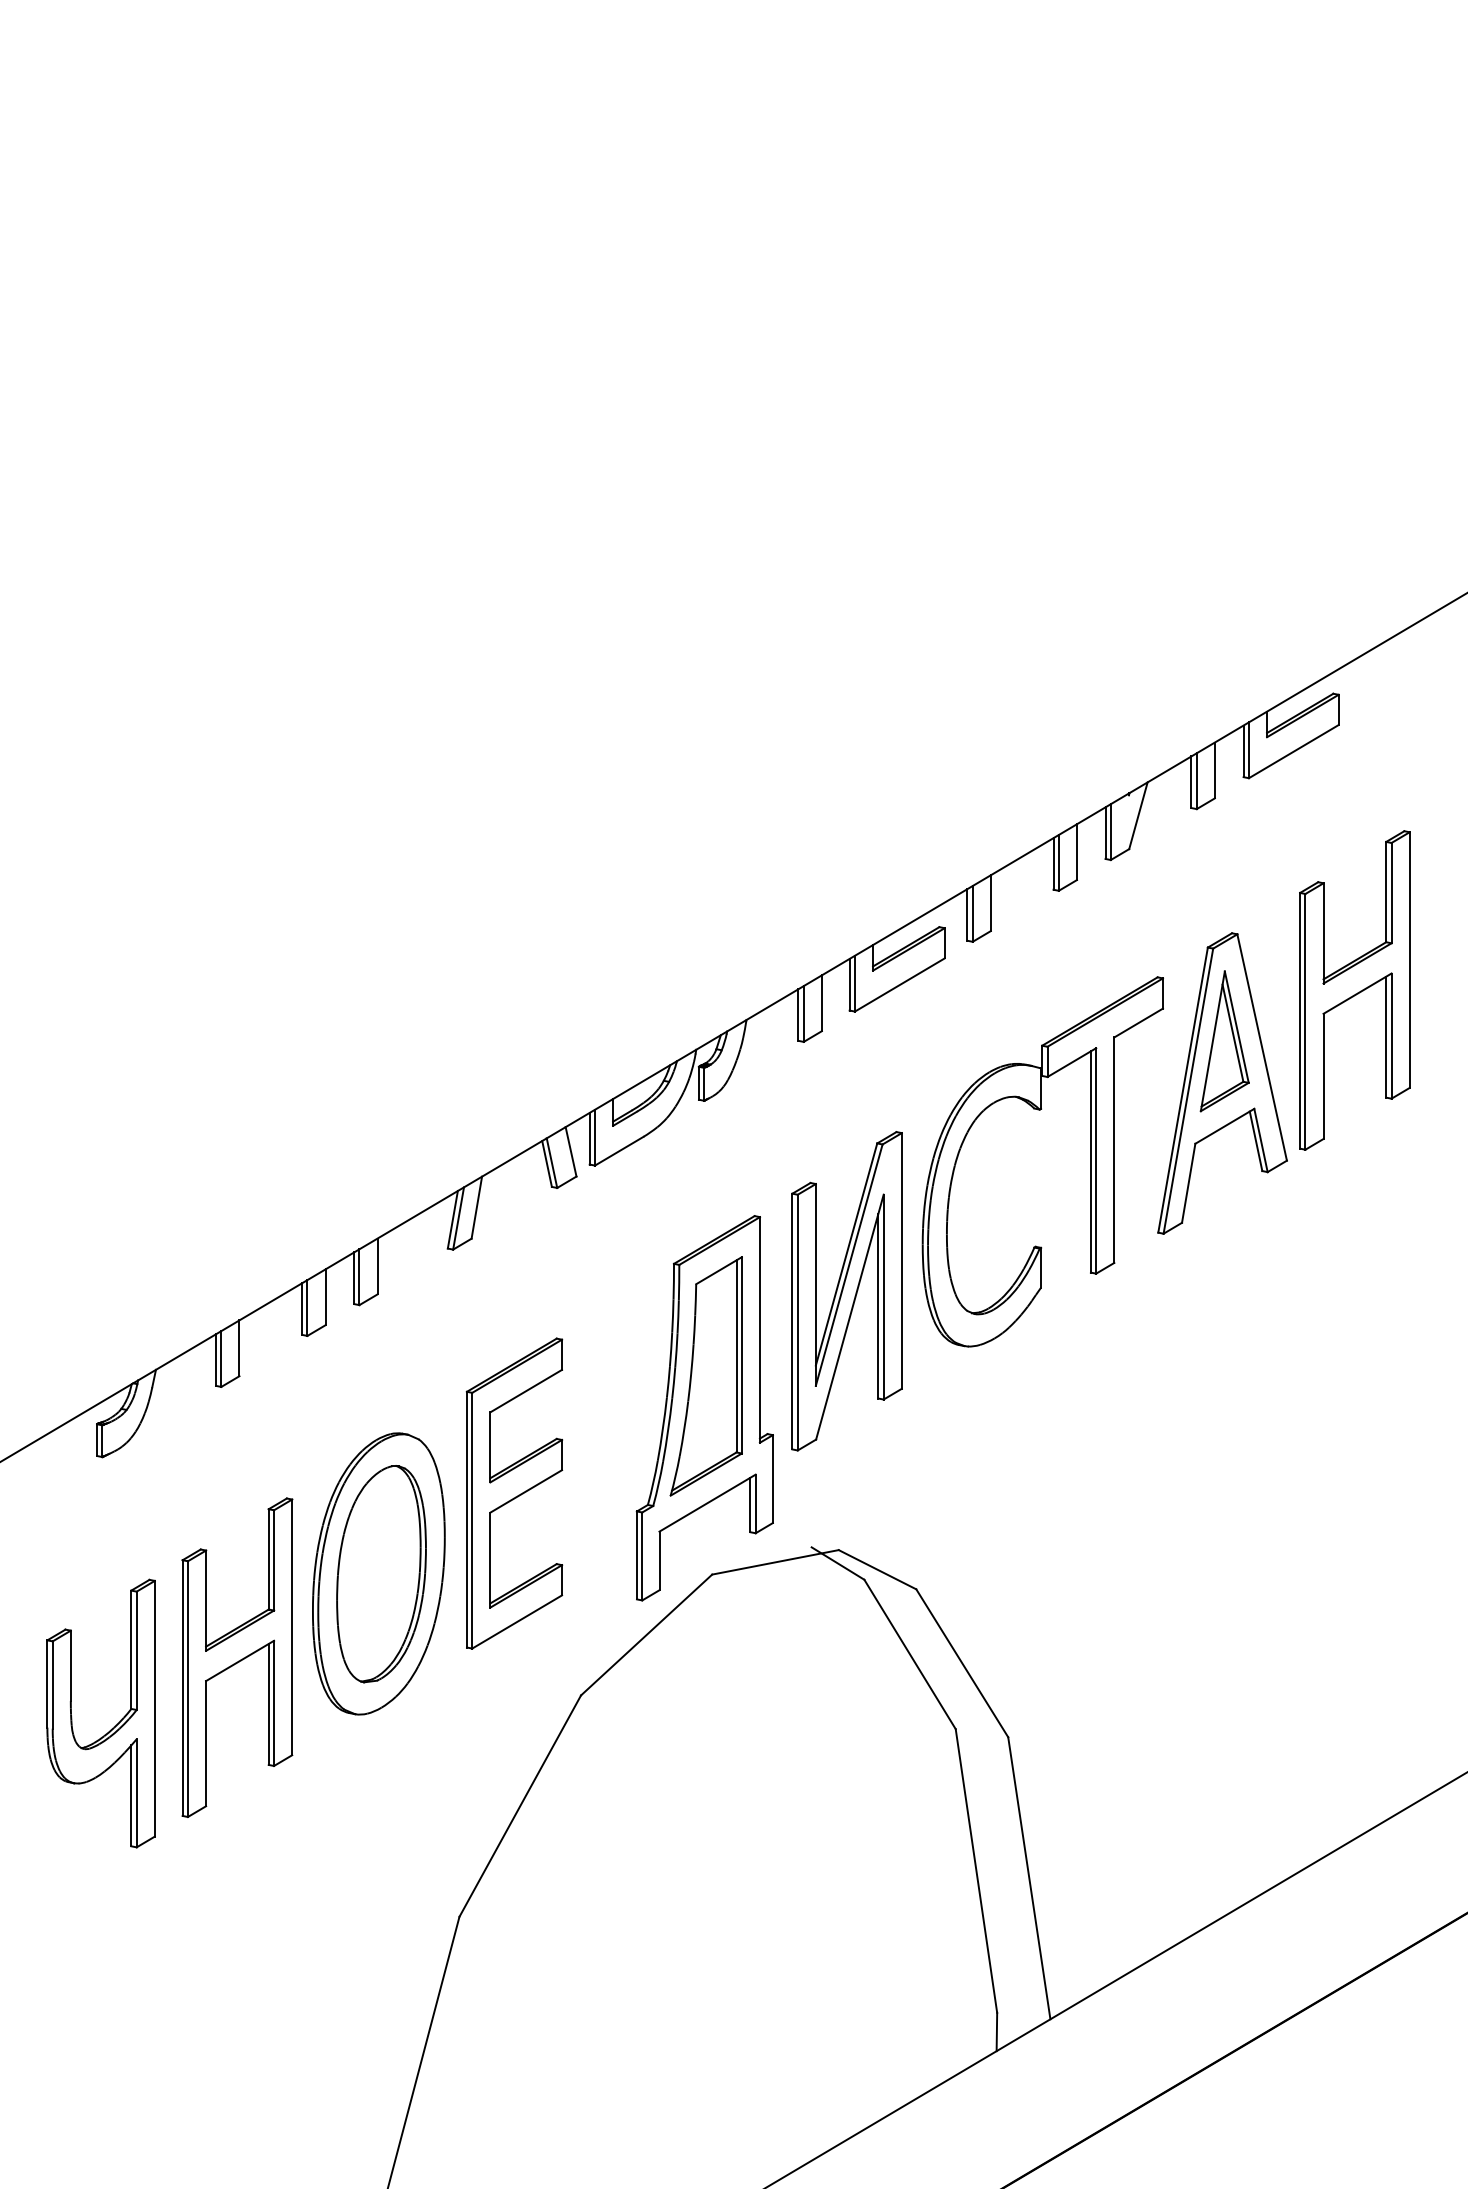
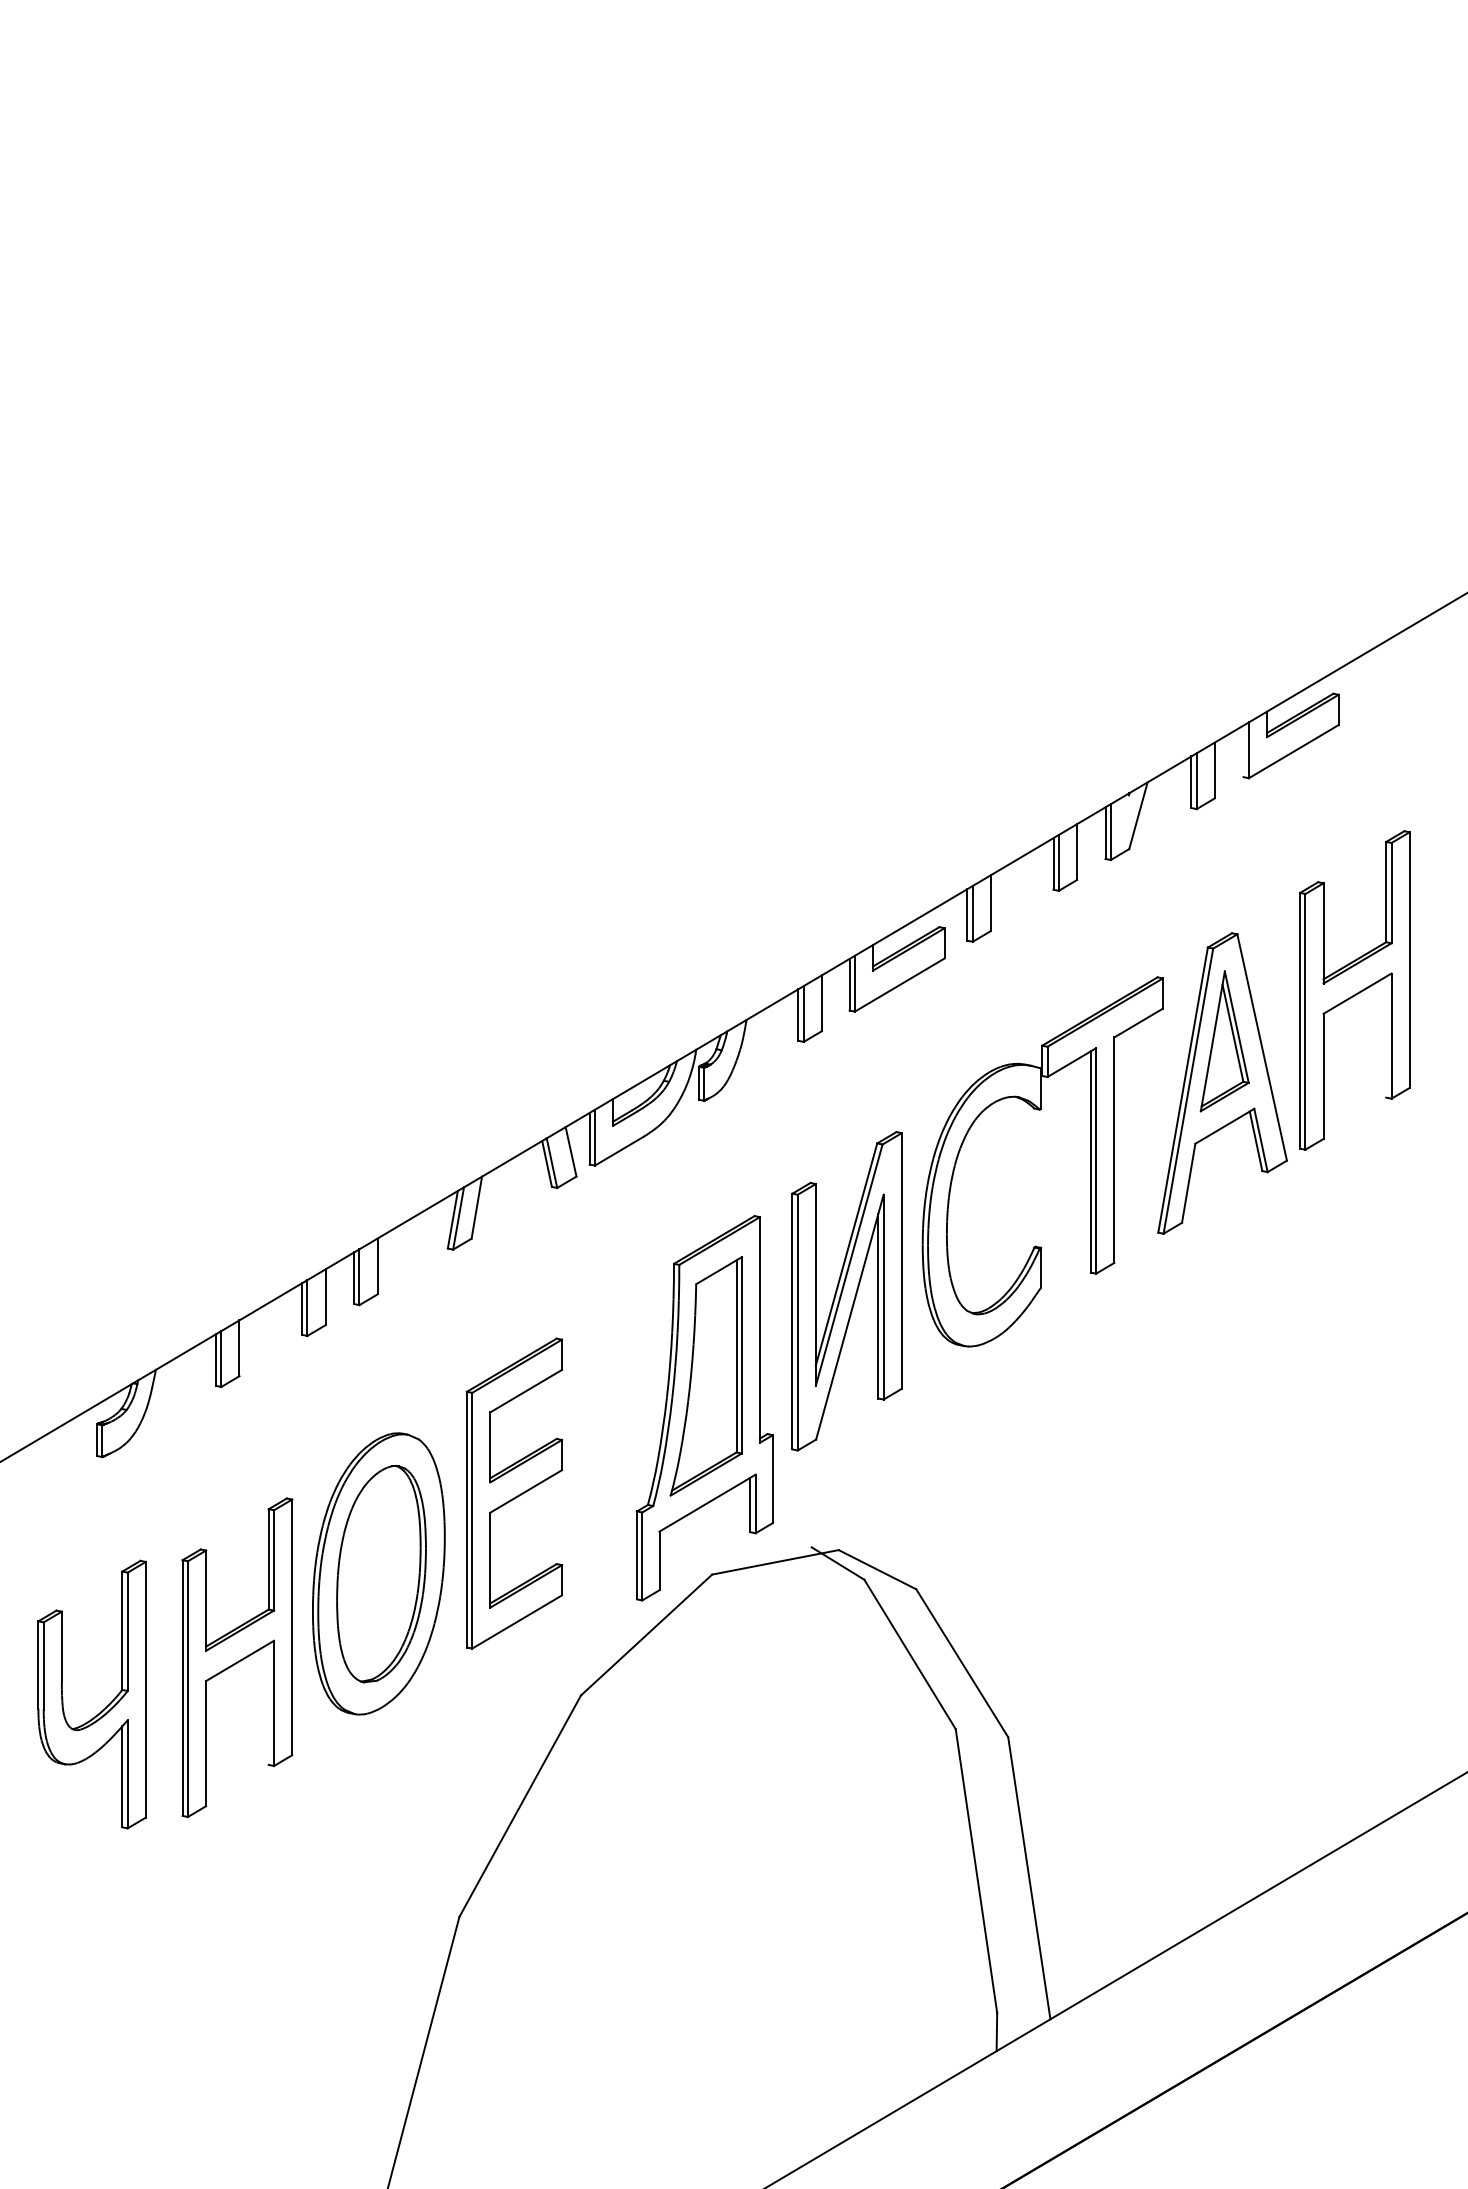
line at (1243, 751): present -> none
line at (1386, 1036): present -> none
line at (268, 1703): present -> none
part at (112, 1727) position: (112, 1727) -> (103, 1708)
